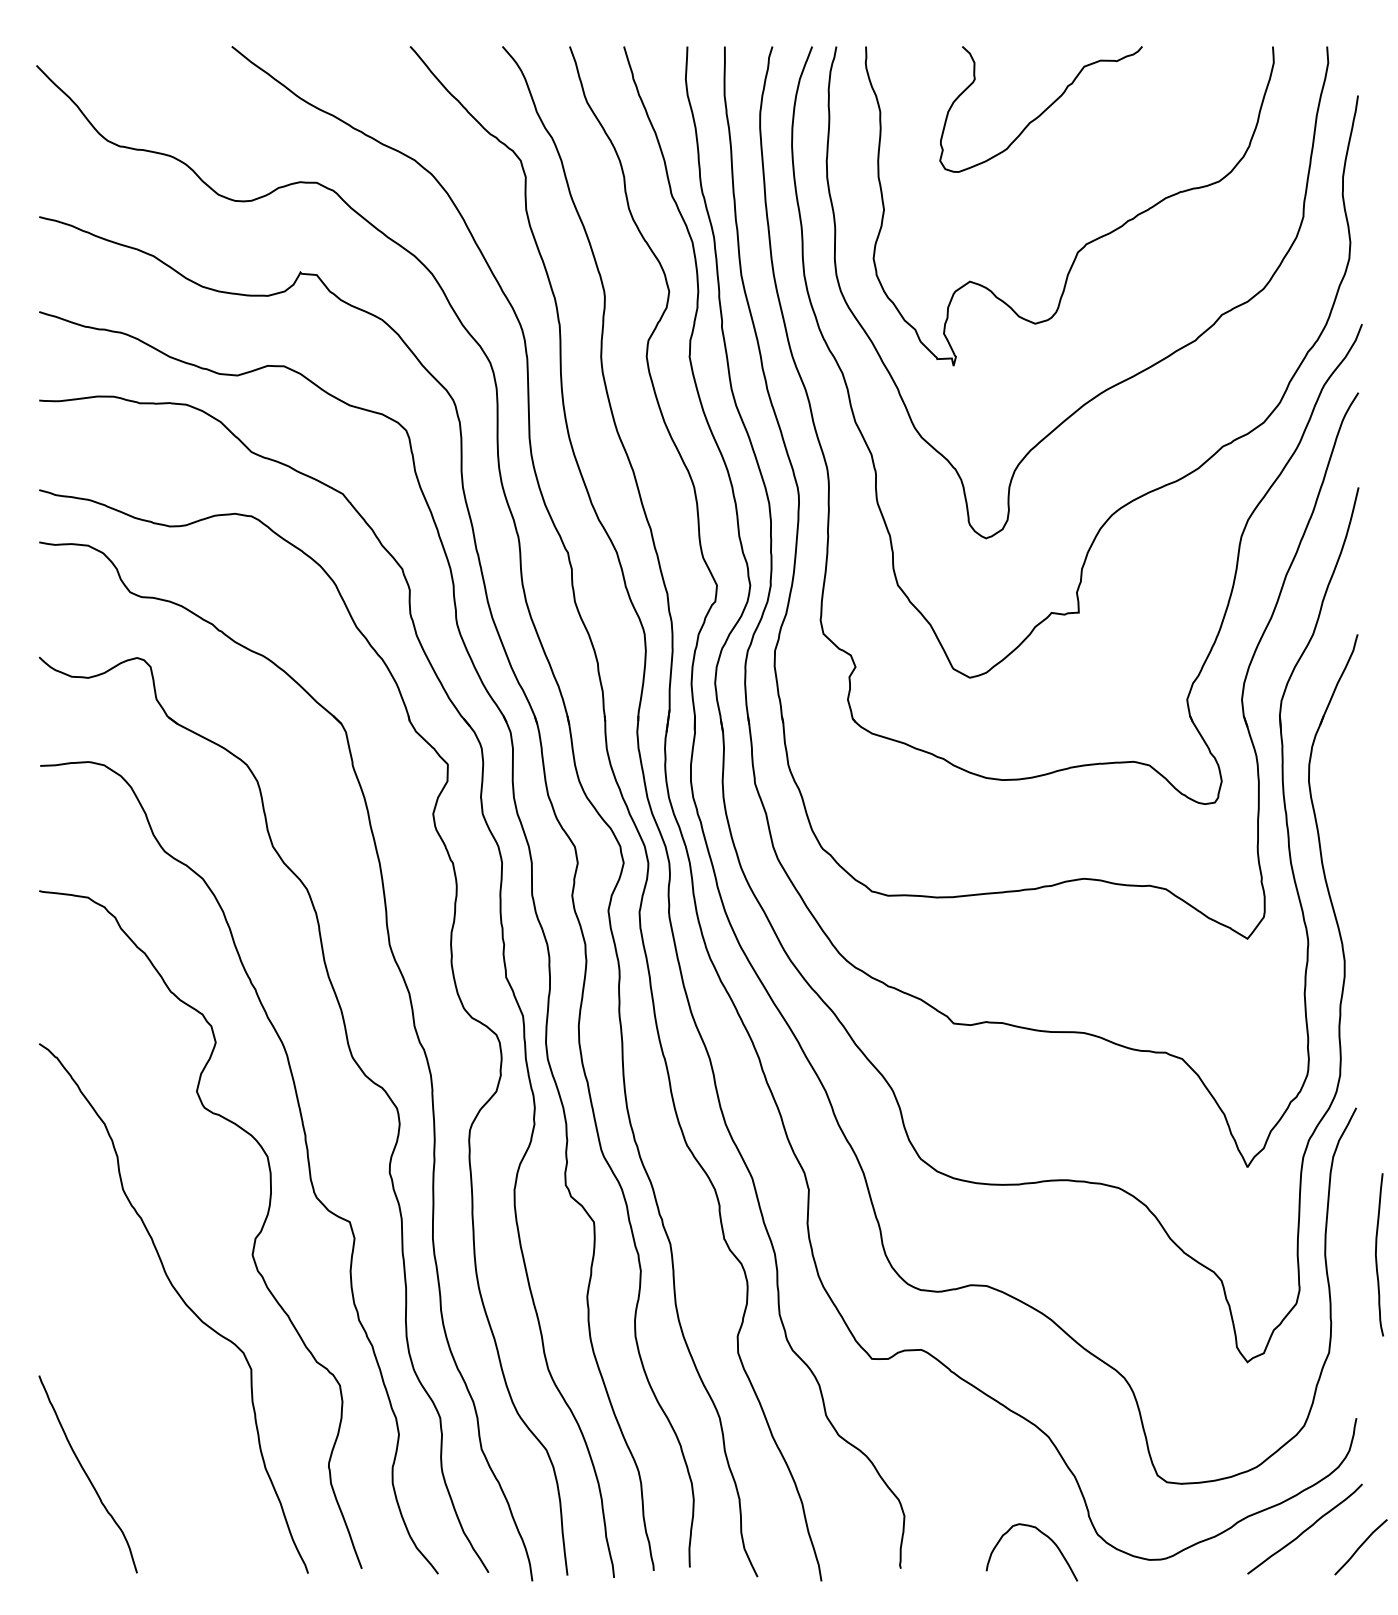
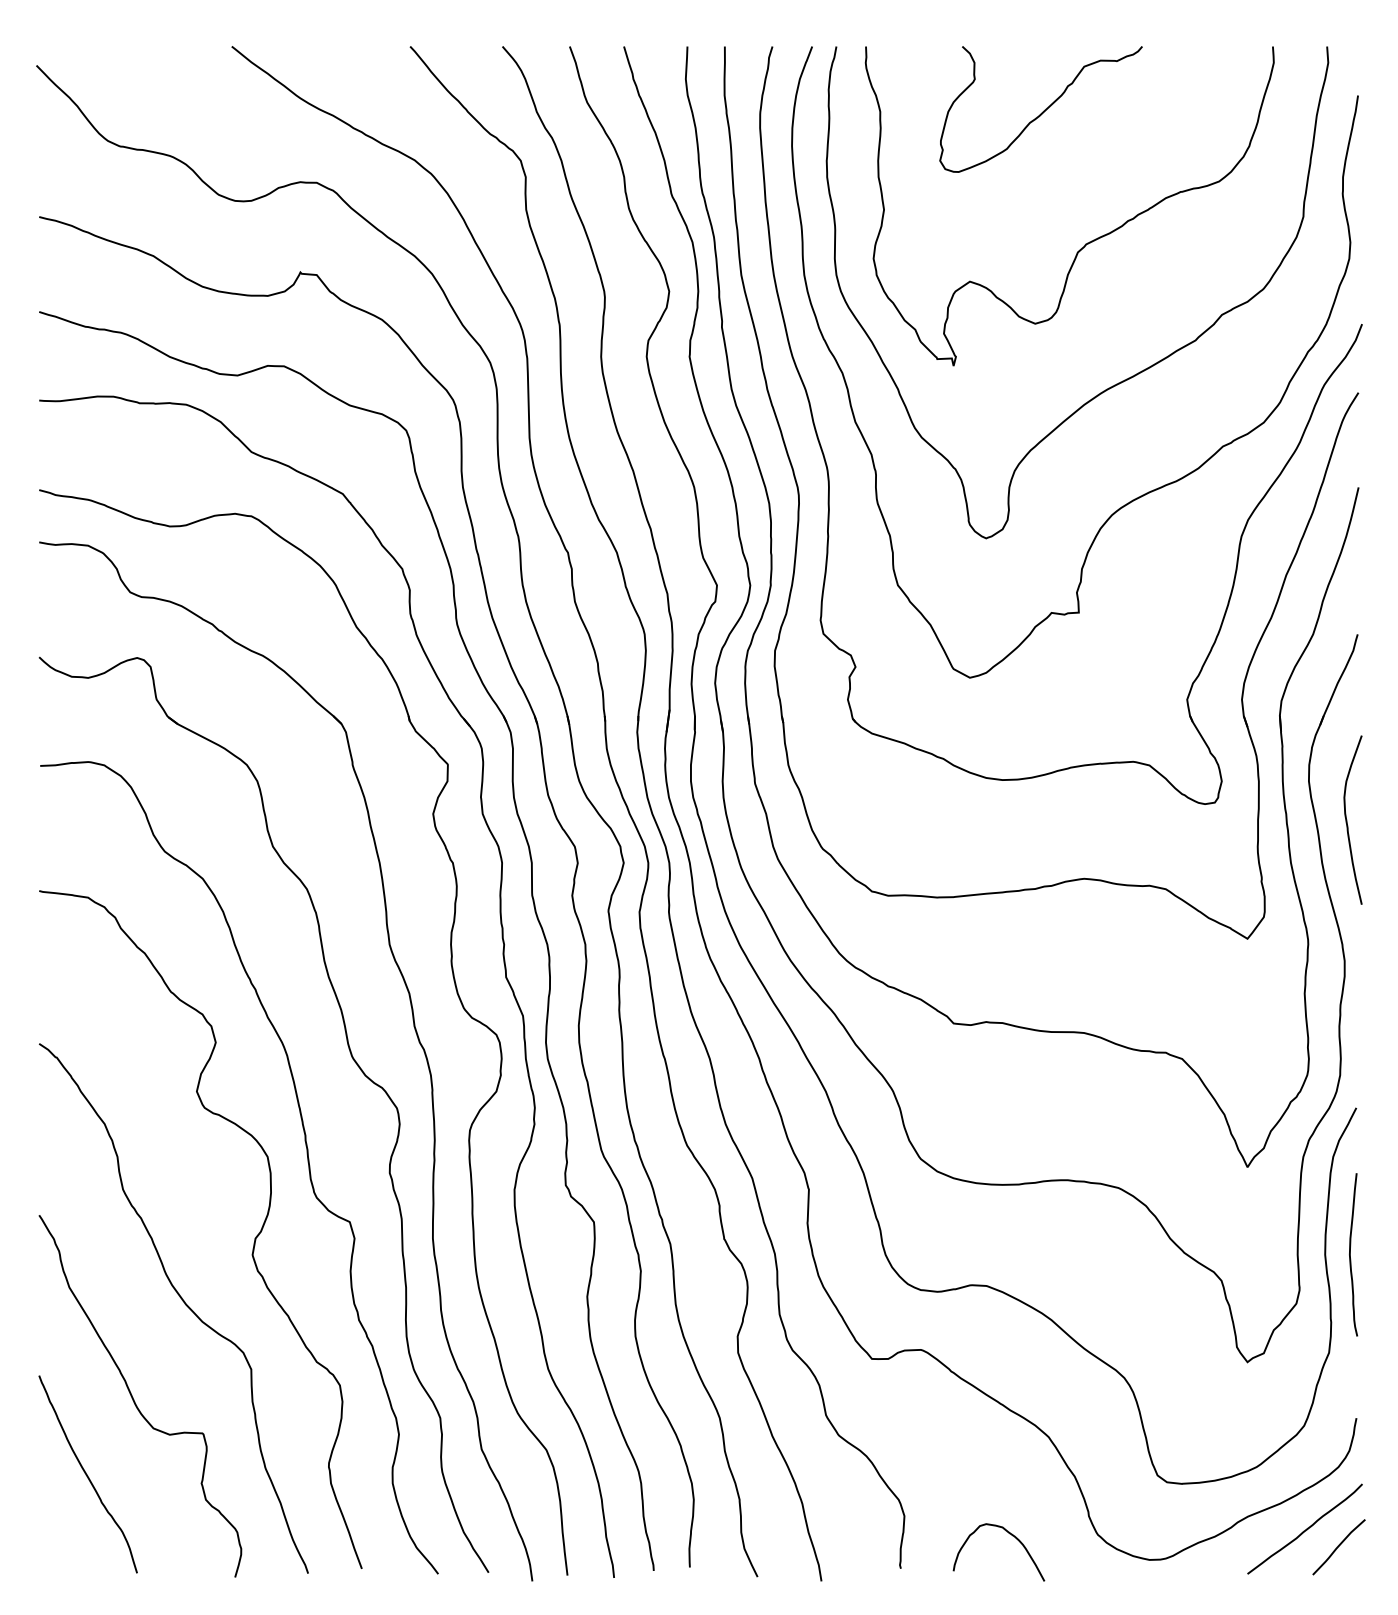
curve at (1347, 819): none -> present
curve at (1376, 1254) position: (1376, 1254) -> (1350, 1254)
curve at (134, 1399): none -> present
curve at (1042, 1534) position: (1042, 1534) -> (1009, 1534)
curve at (1360, 1547) position: (1360, 1547) -> (1338, 1547)
